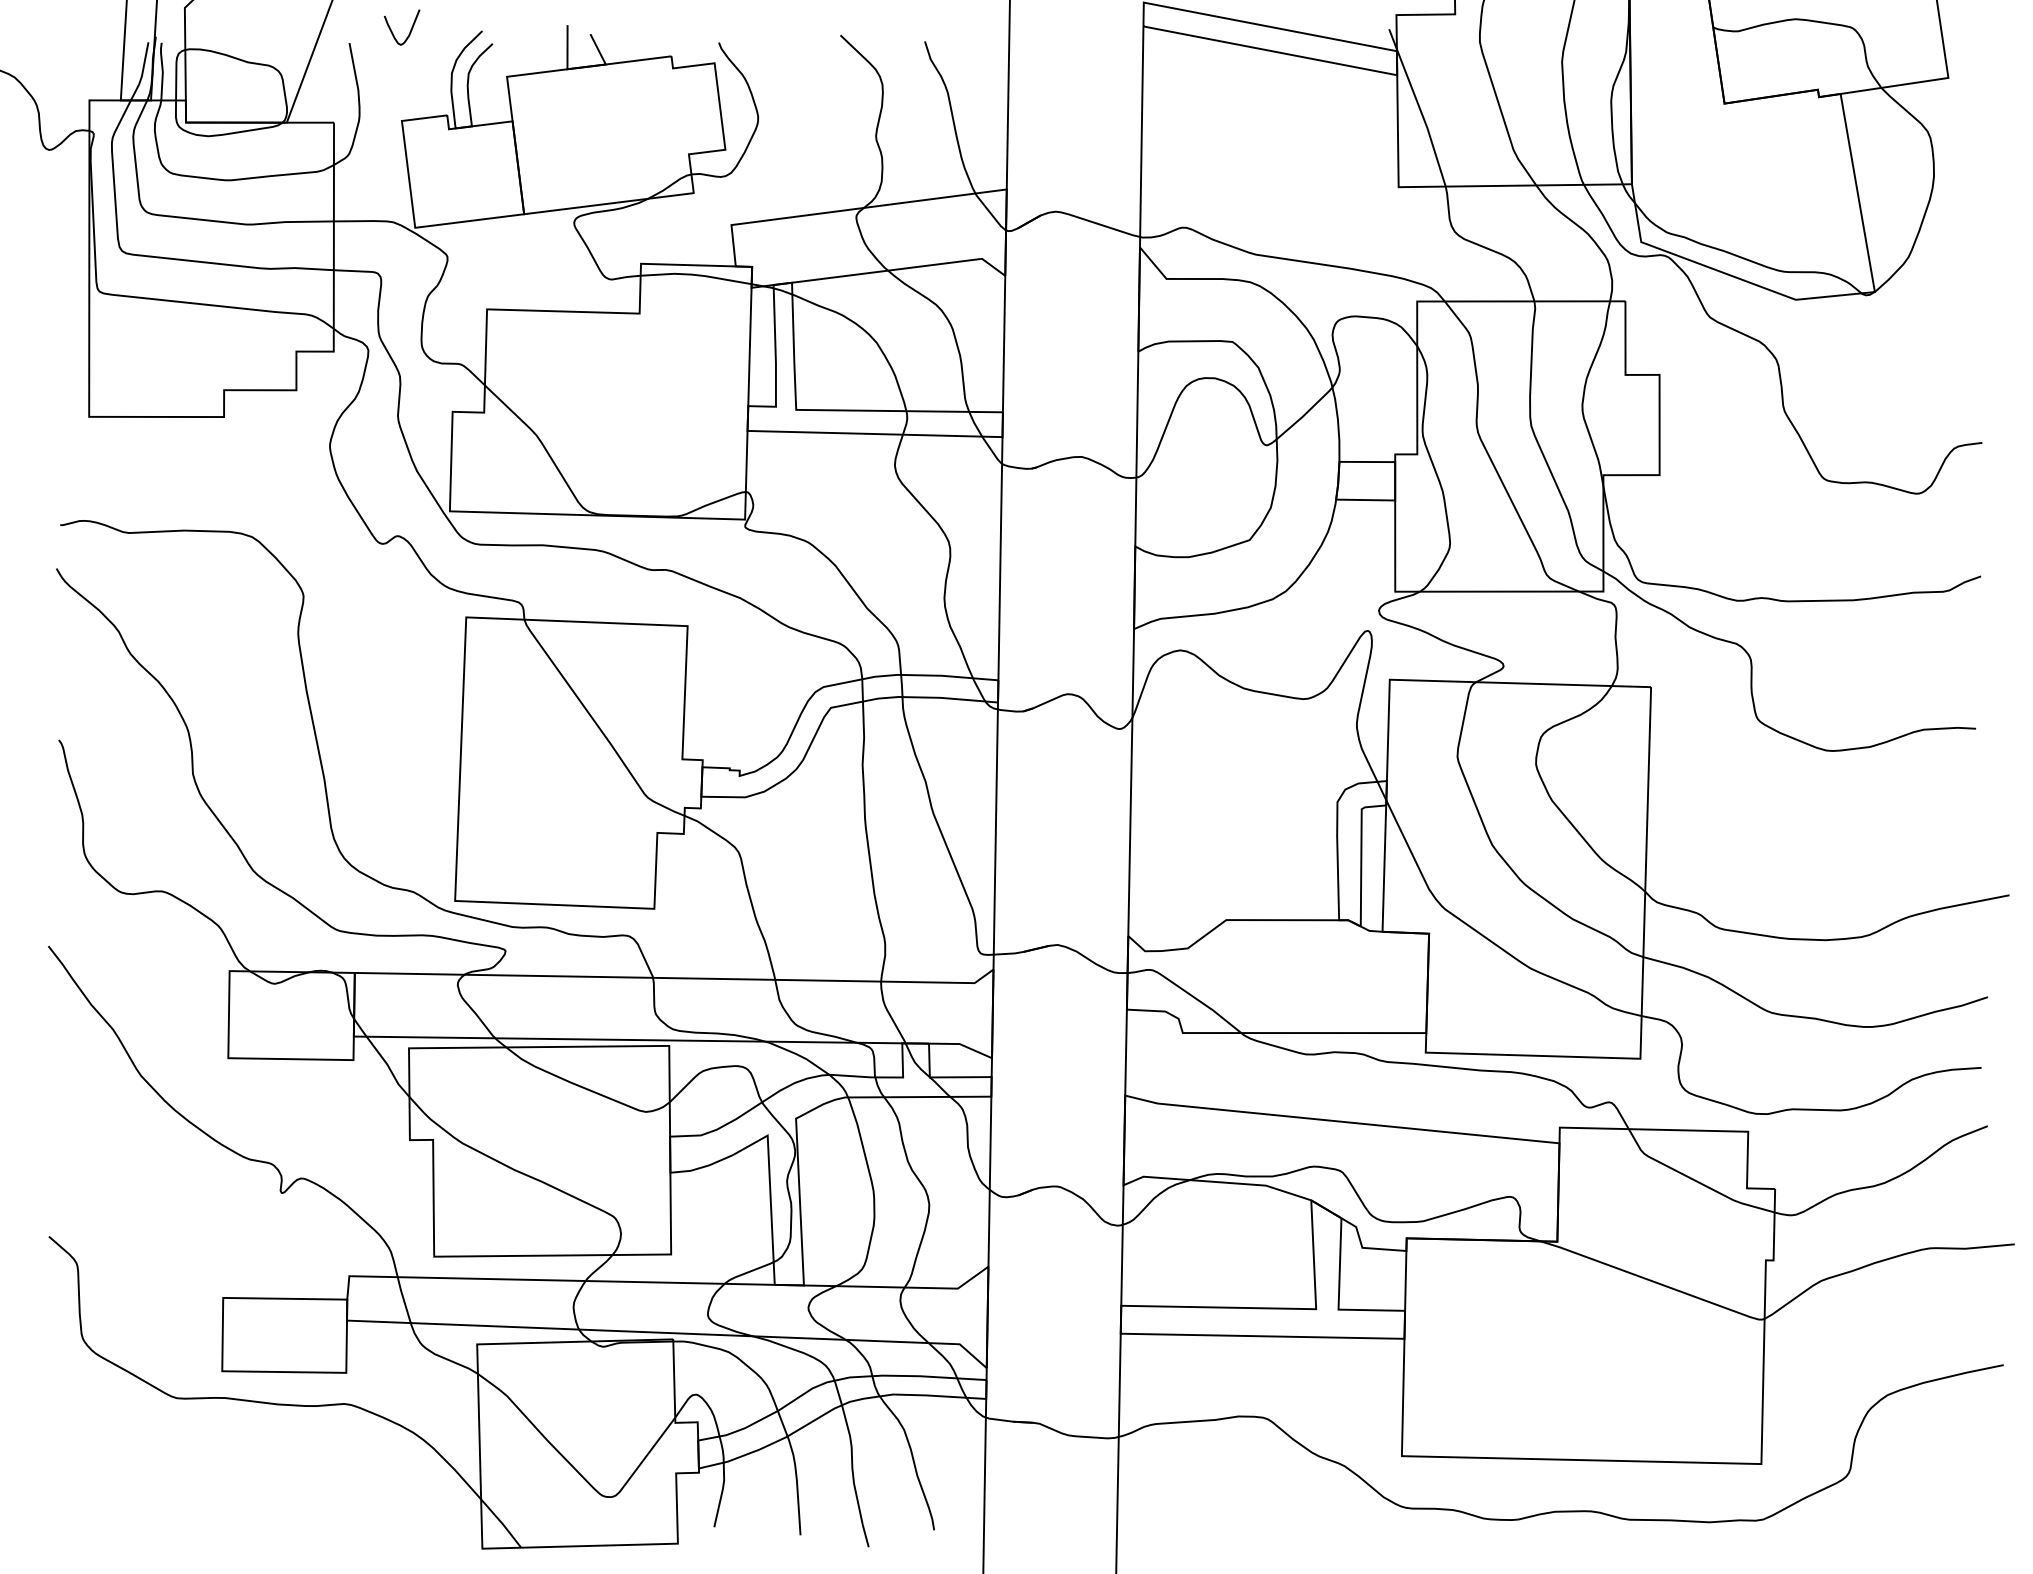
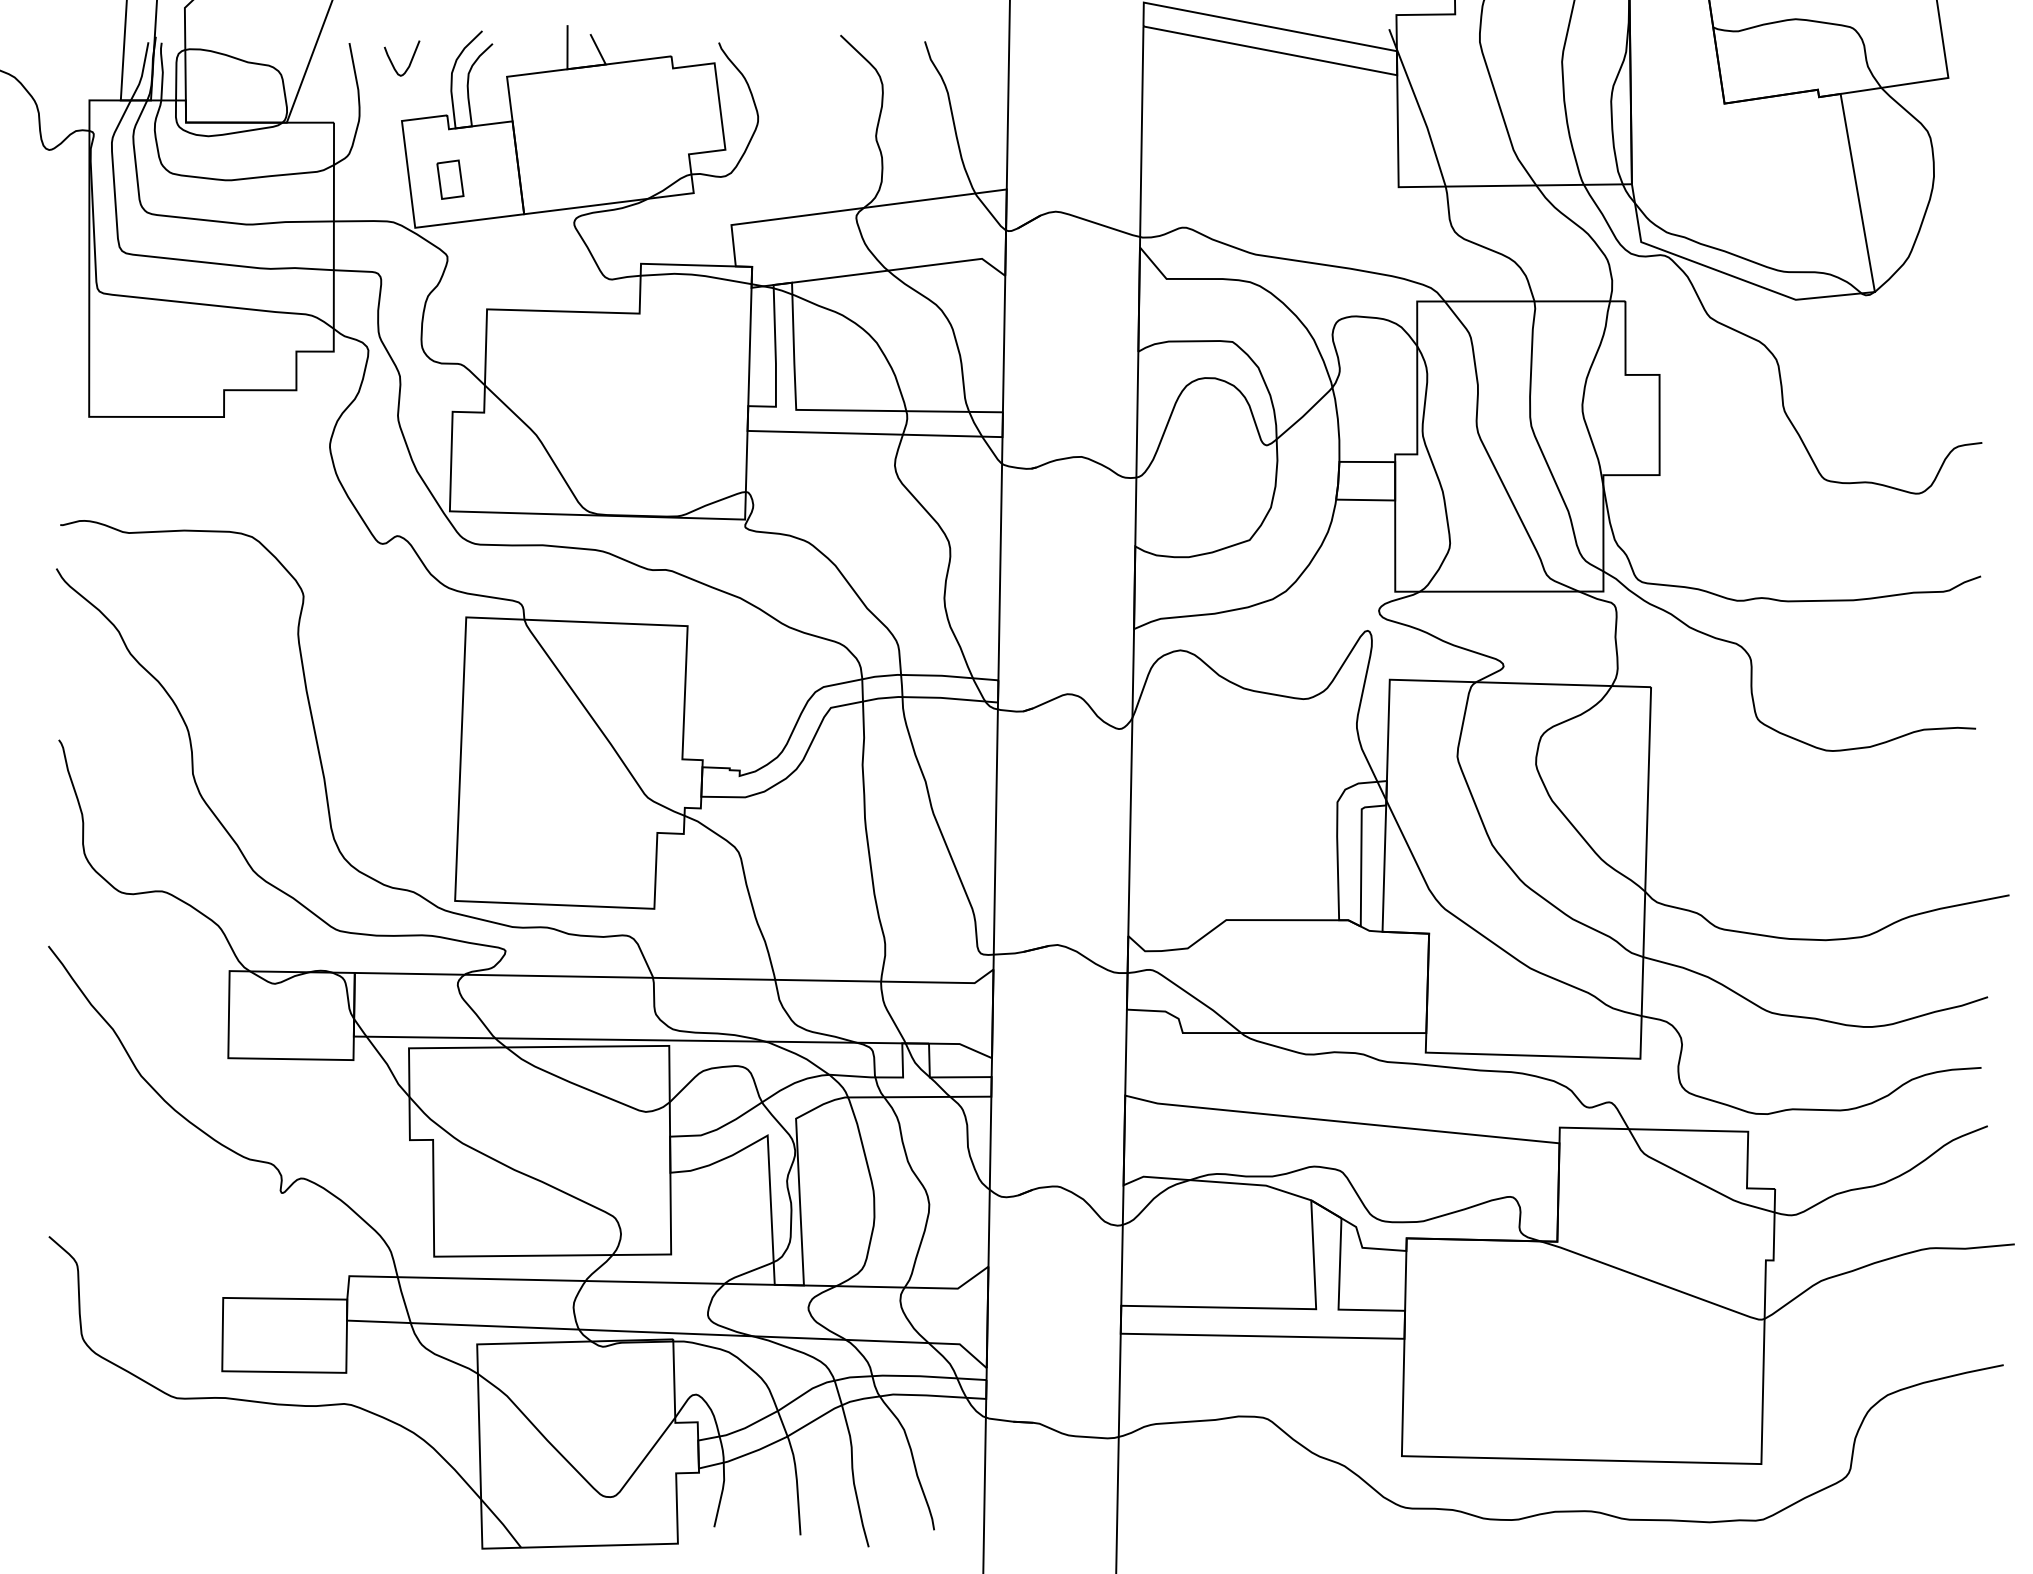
curve at (409, 31) position: (409, 31) -> (409, 62)
part at (450, 179): none -> present
